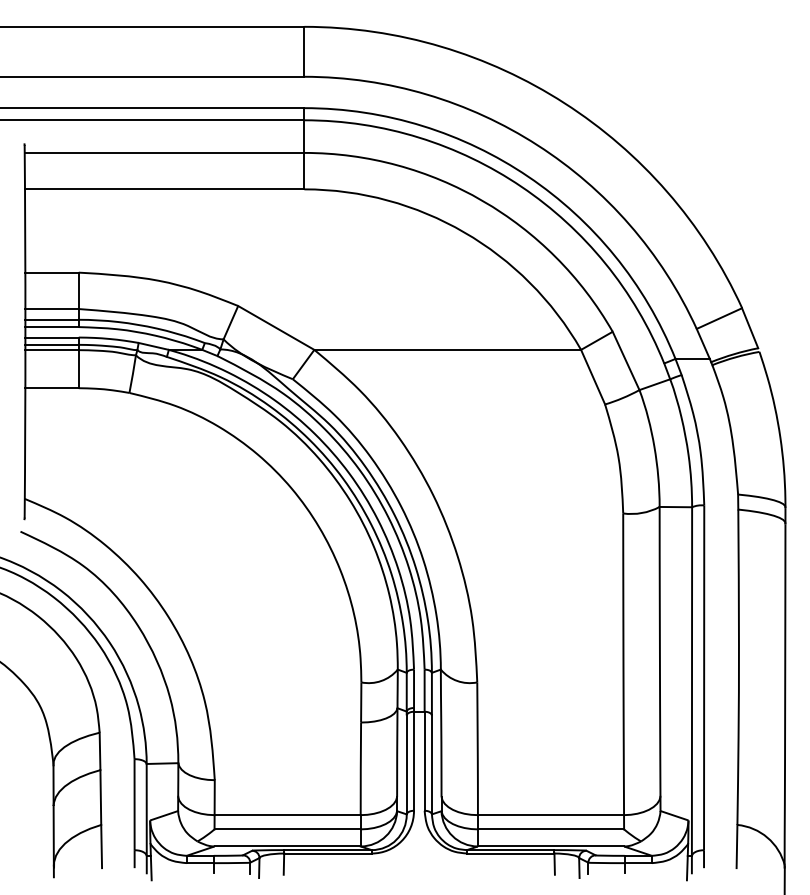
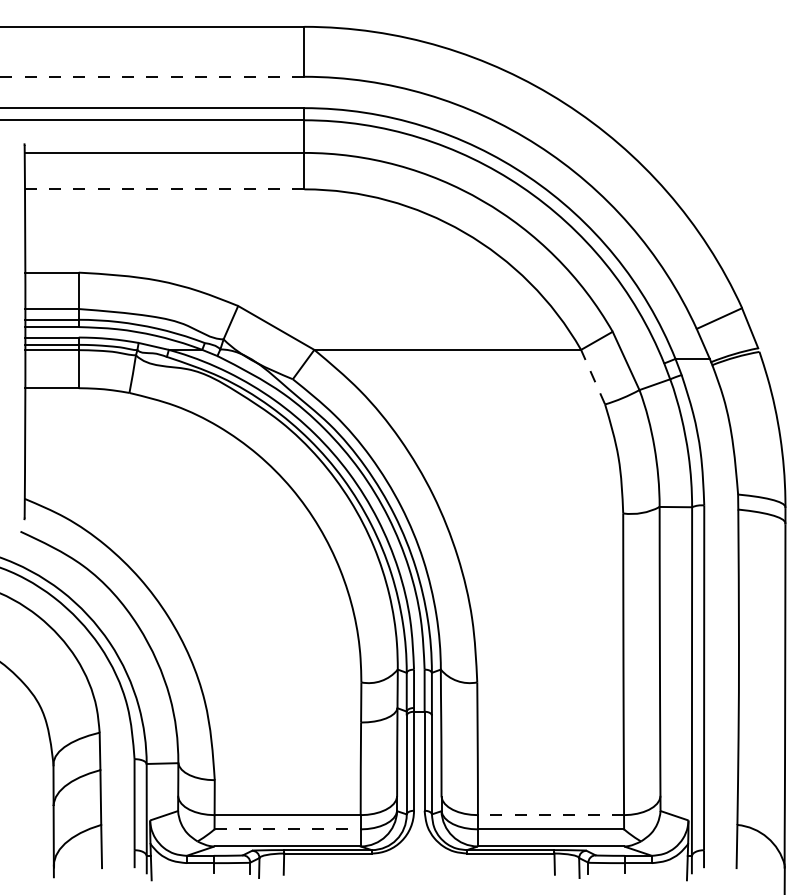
line at (152, 76): solid -> dashed
line at (164, 189): solid -> dashed
line at (593, 377): solid -> dashed
line at (550, 815): solid -> dashed
line at (288, 829): solid -> dashed
